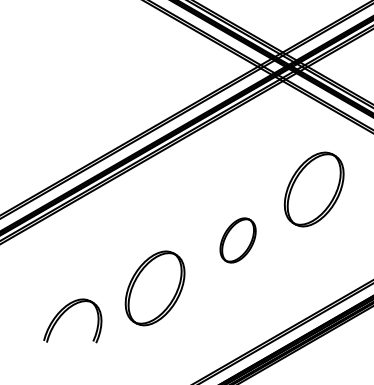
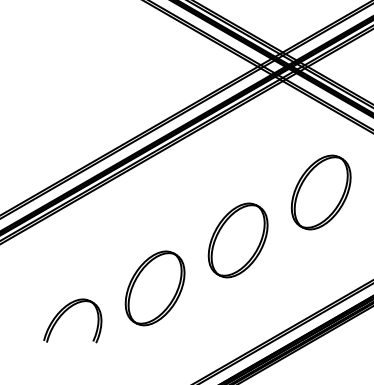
part at (313, 189) position: (313, 189) -> (320, 192)
part at (237, 240) size: 38x47 px -> 62x77 px
